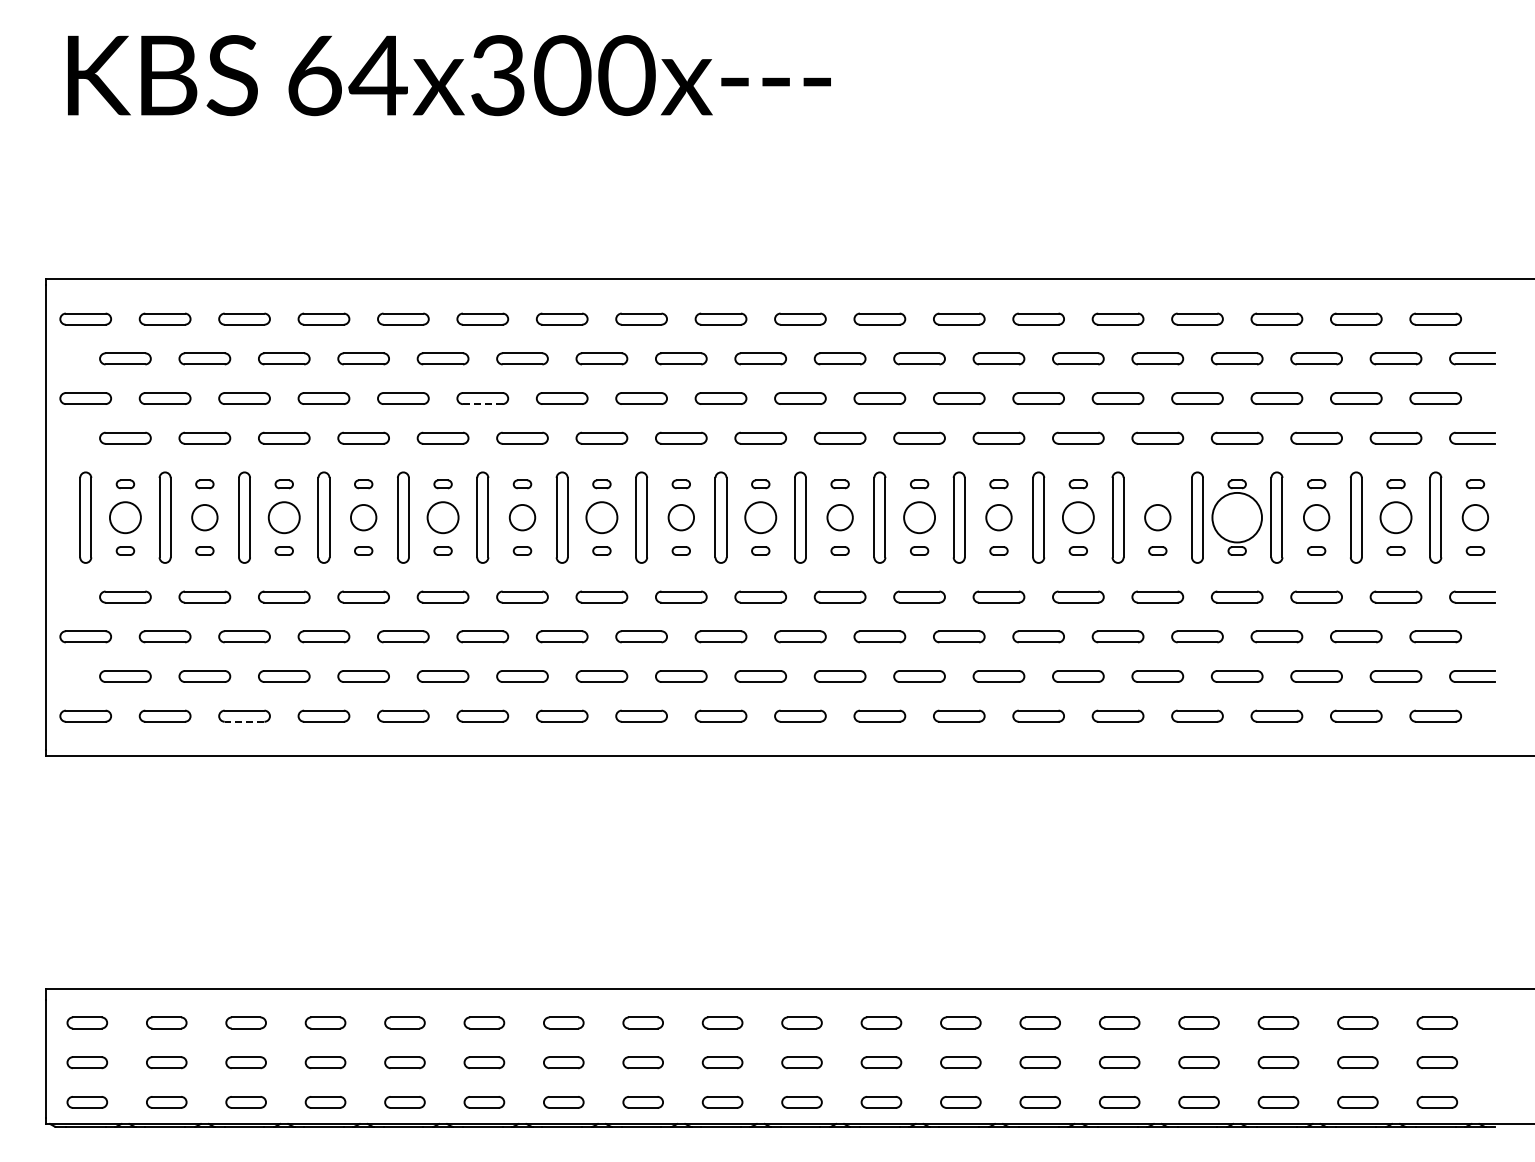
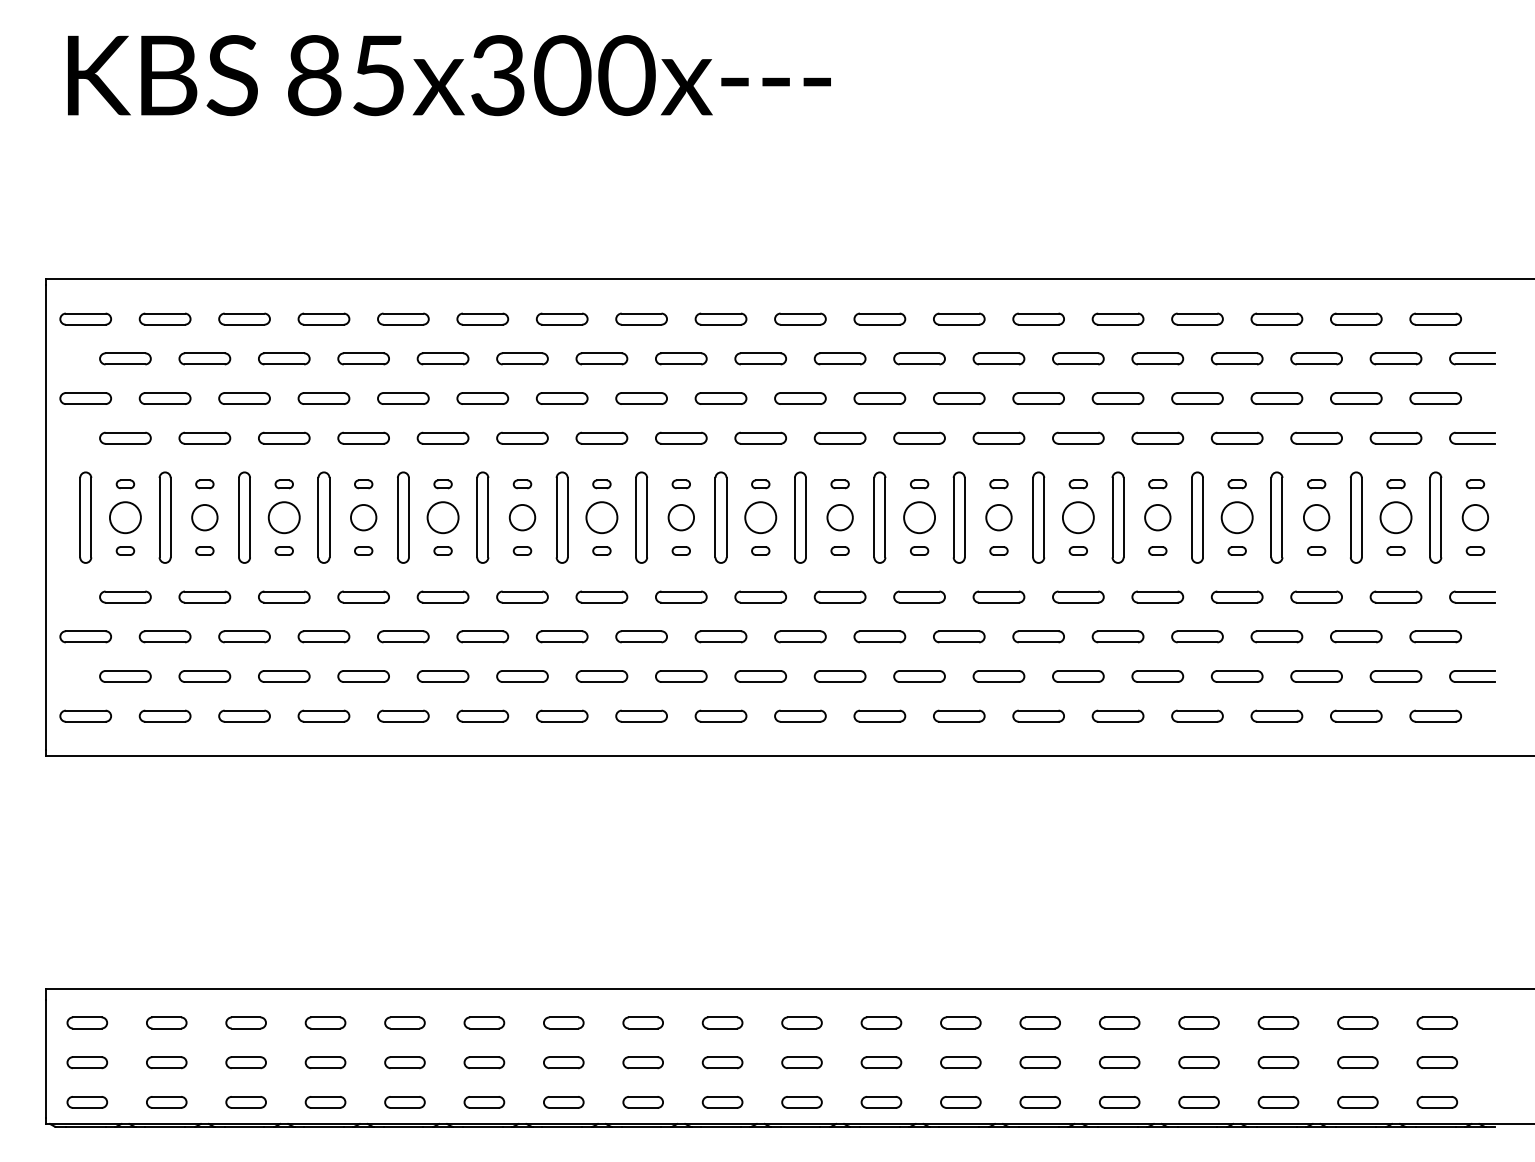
text at (347, 75): 64x300x--- -> 85x300x---
line at (482, 404): dashed -> solid
part at (1157, 484): none -> present
circle at (1236, 517) diameter: 50 px -> 31 px
line at (244, 721): dashed -> solid
